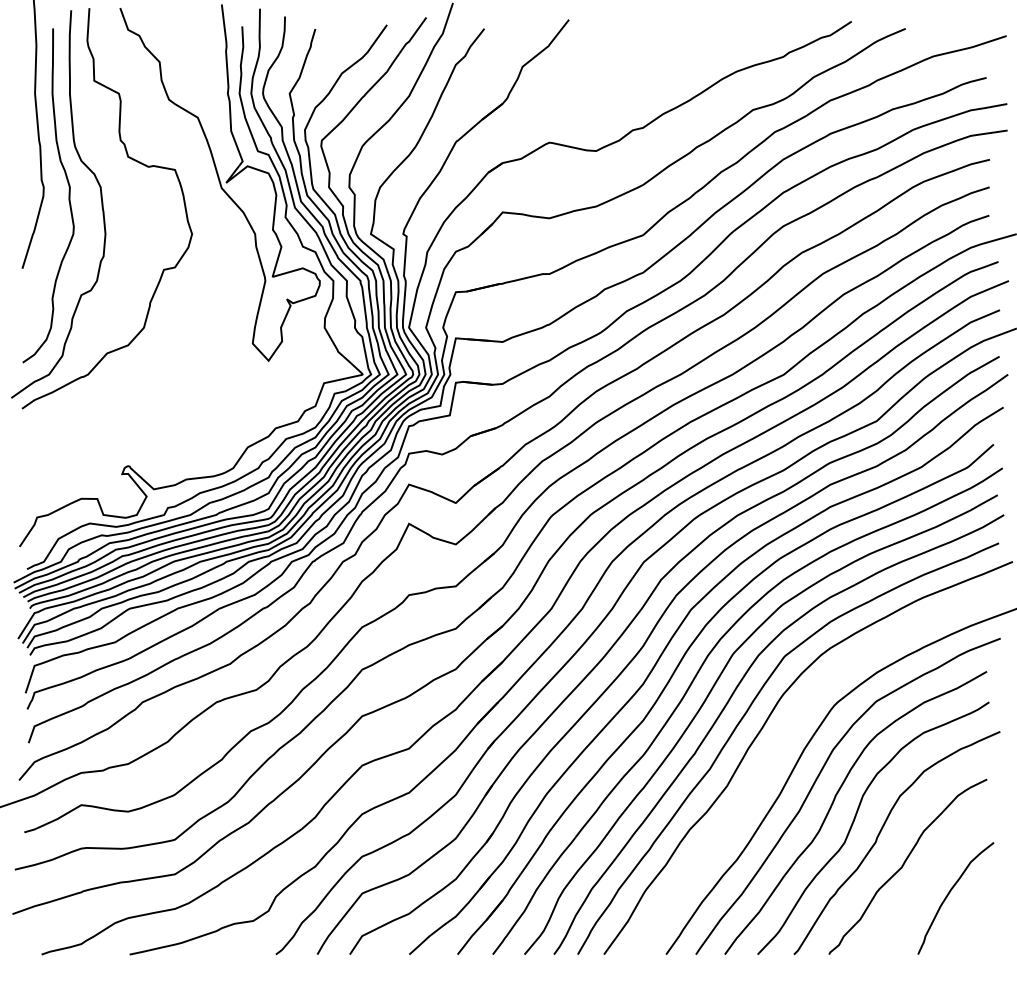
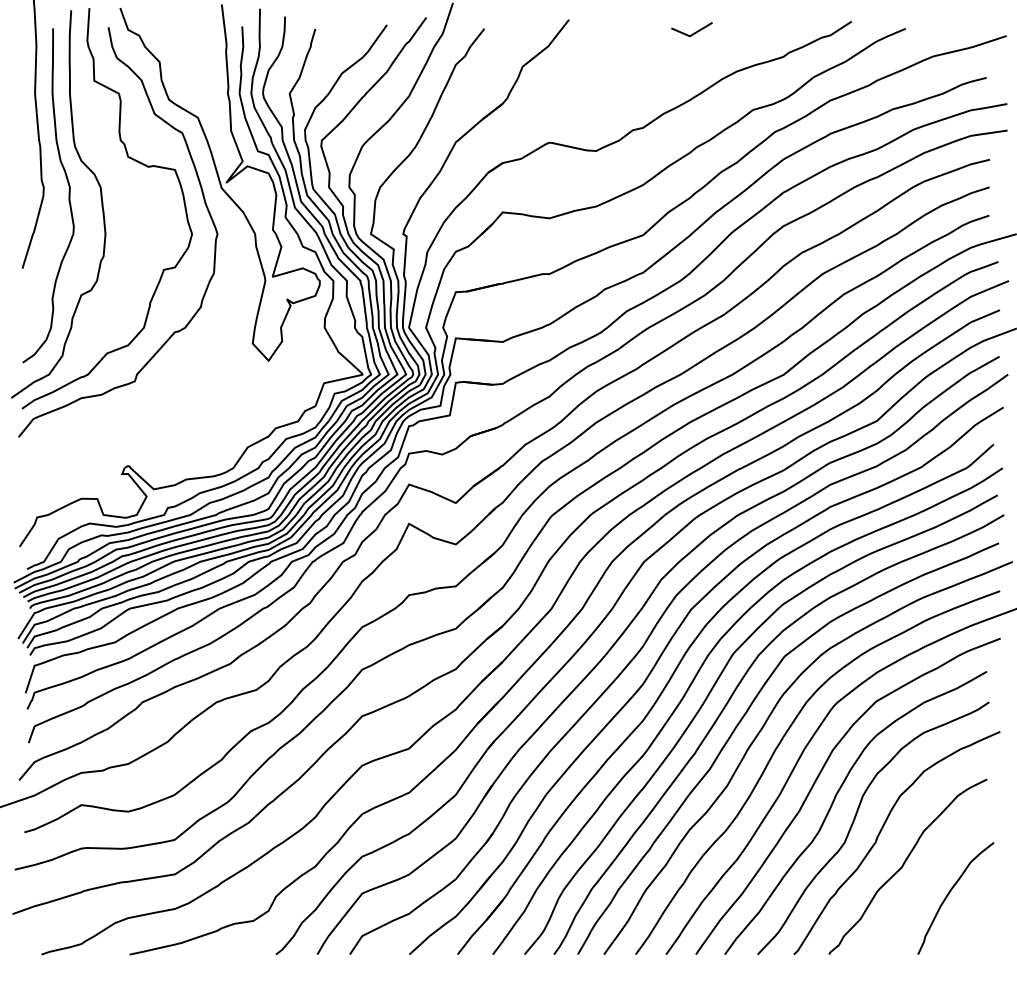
line at (692, 33): none -> present
curve at (204, 203): none -> present
curve at (778, 747): none -> present
